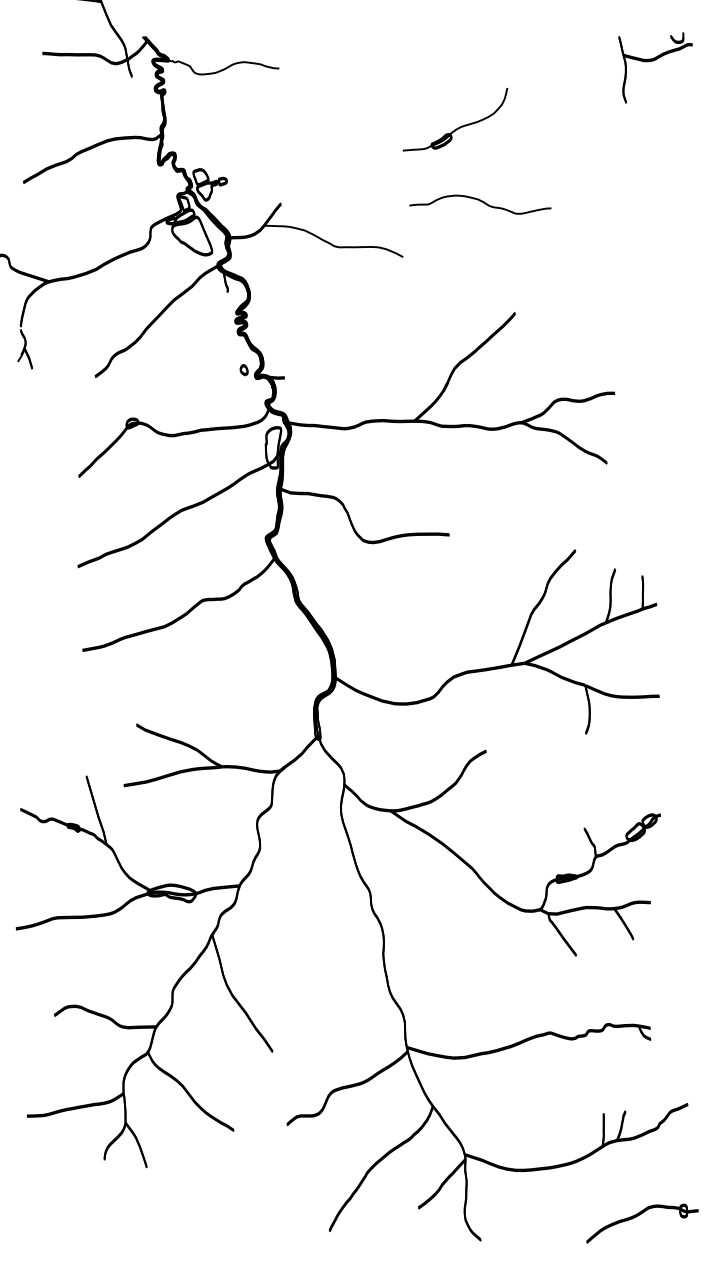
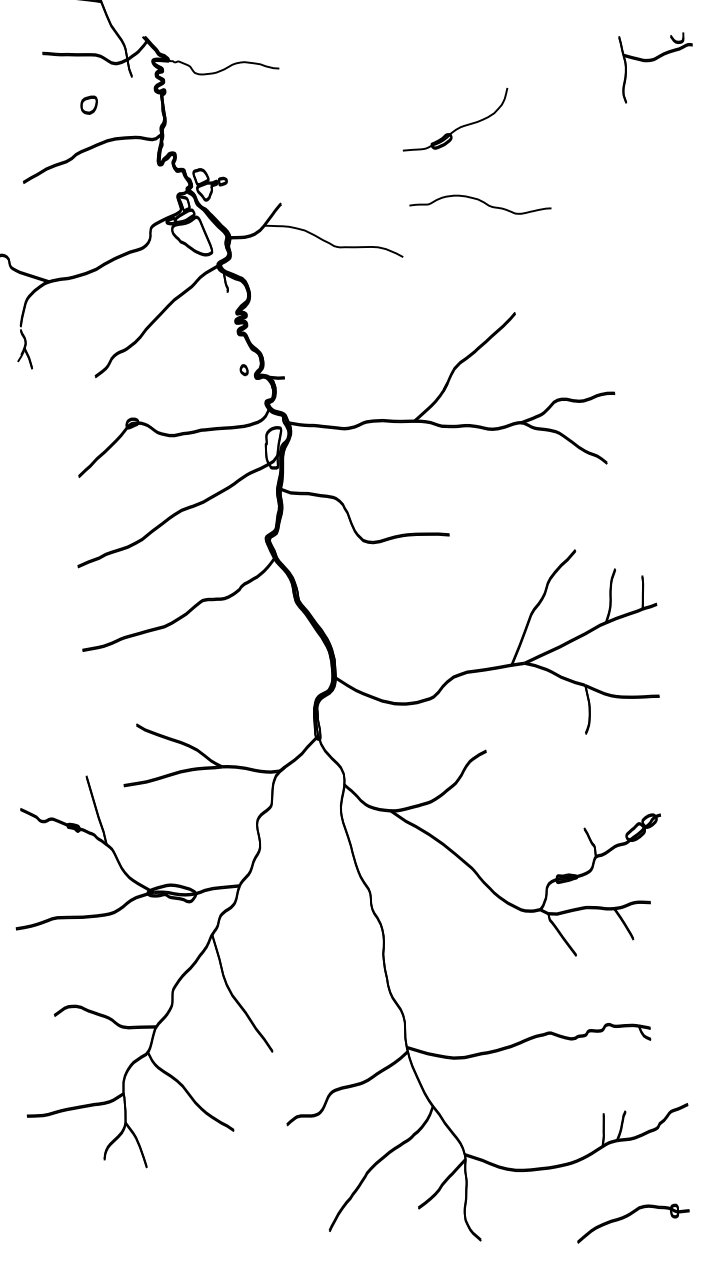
part at (88, 104): none -> present
part at (638, 1216) position: (638, 1216) -> (629, 1216)
